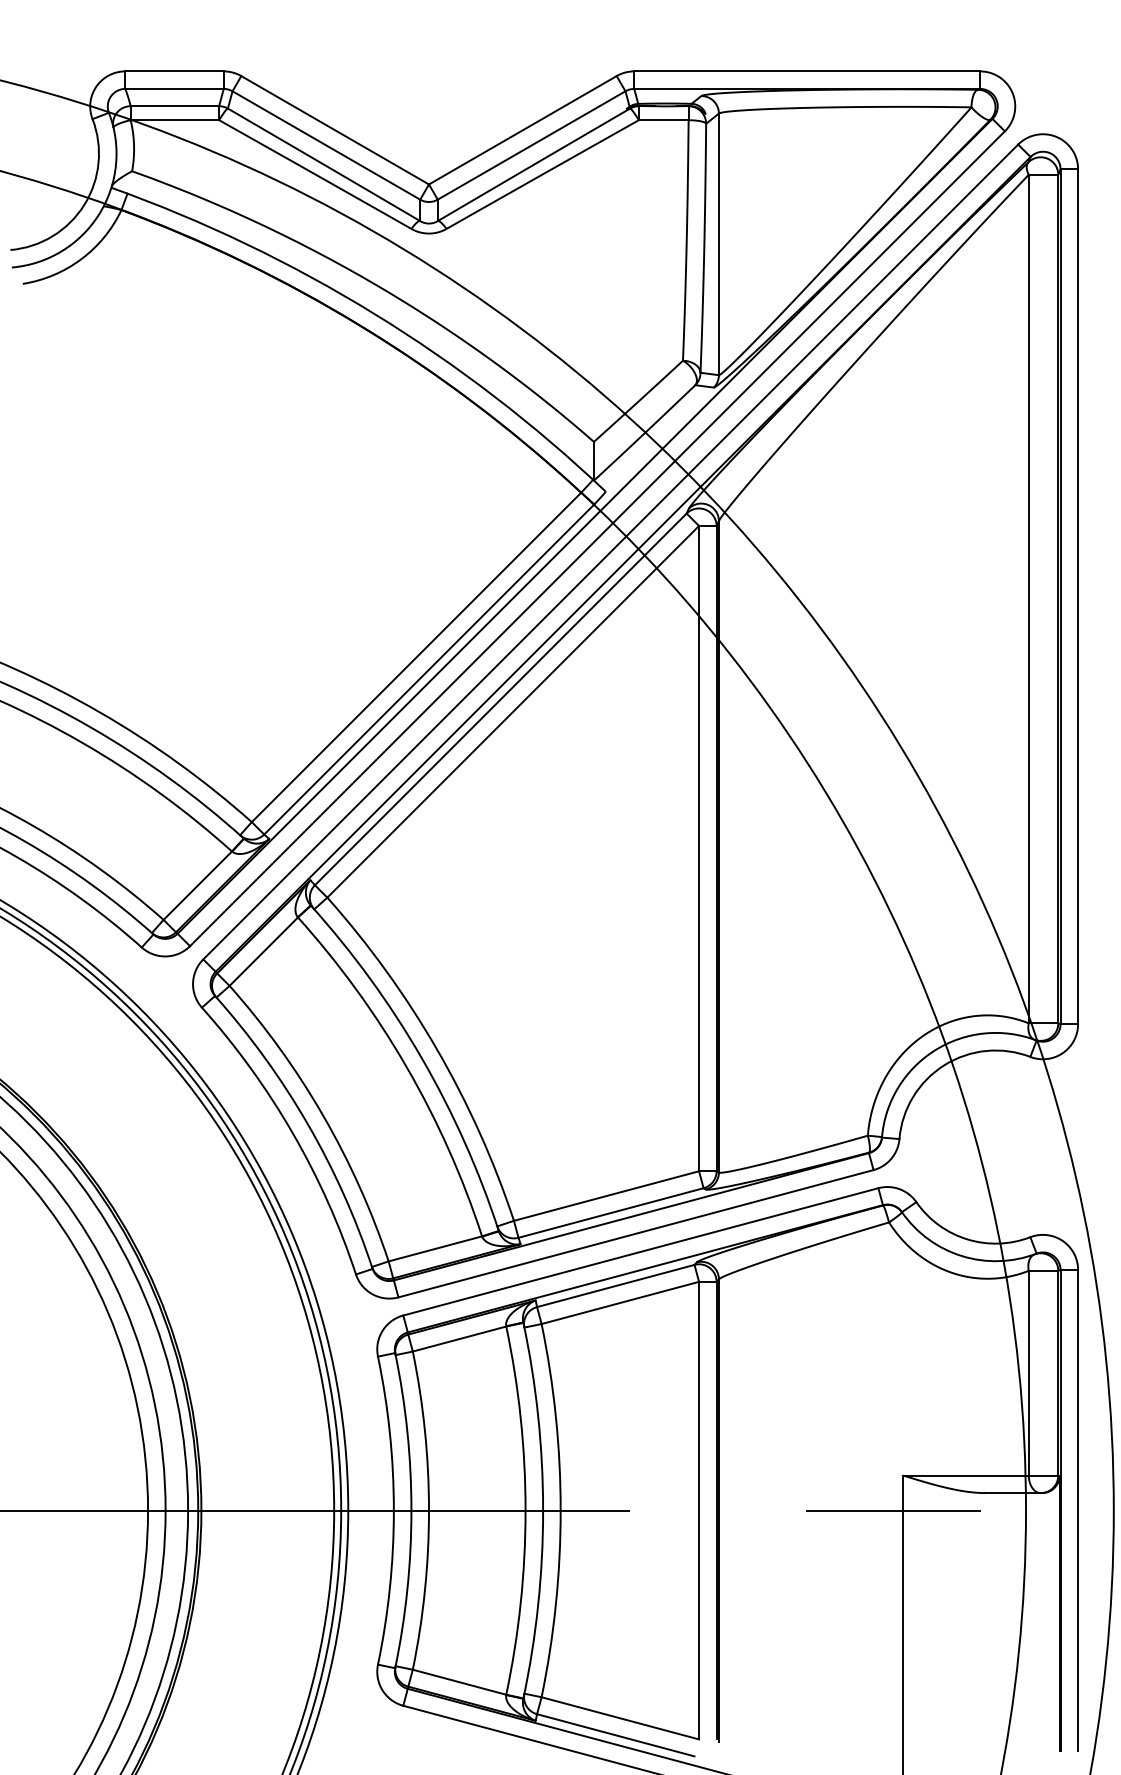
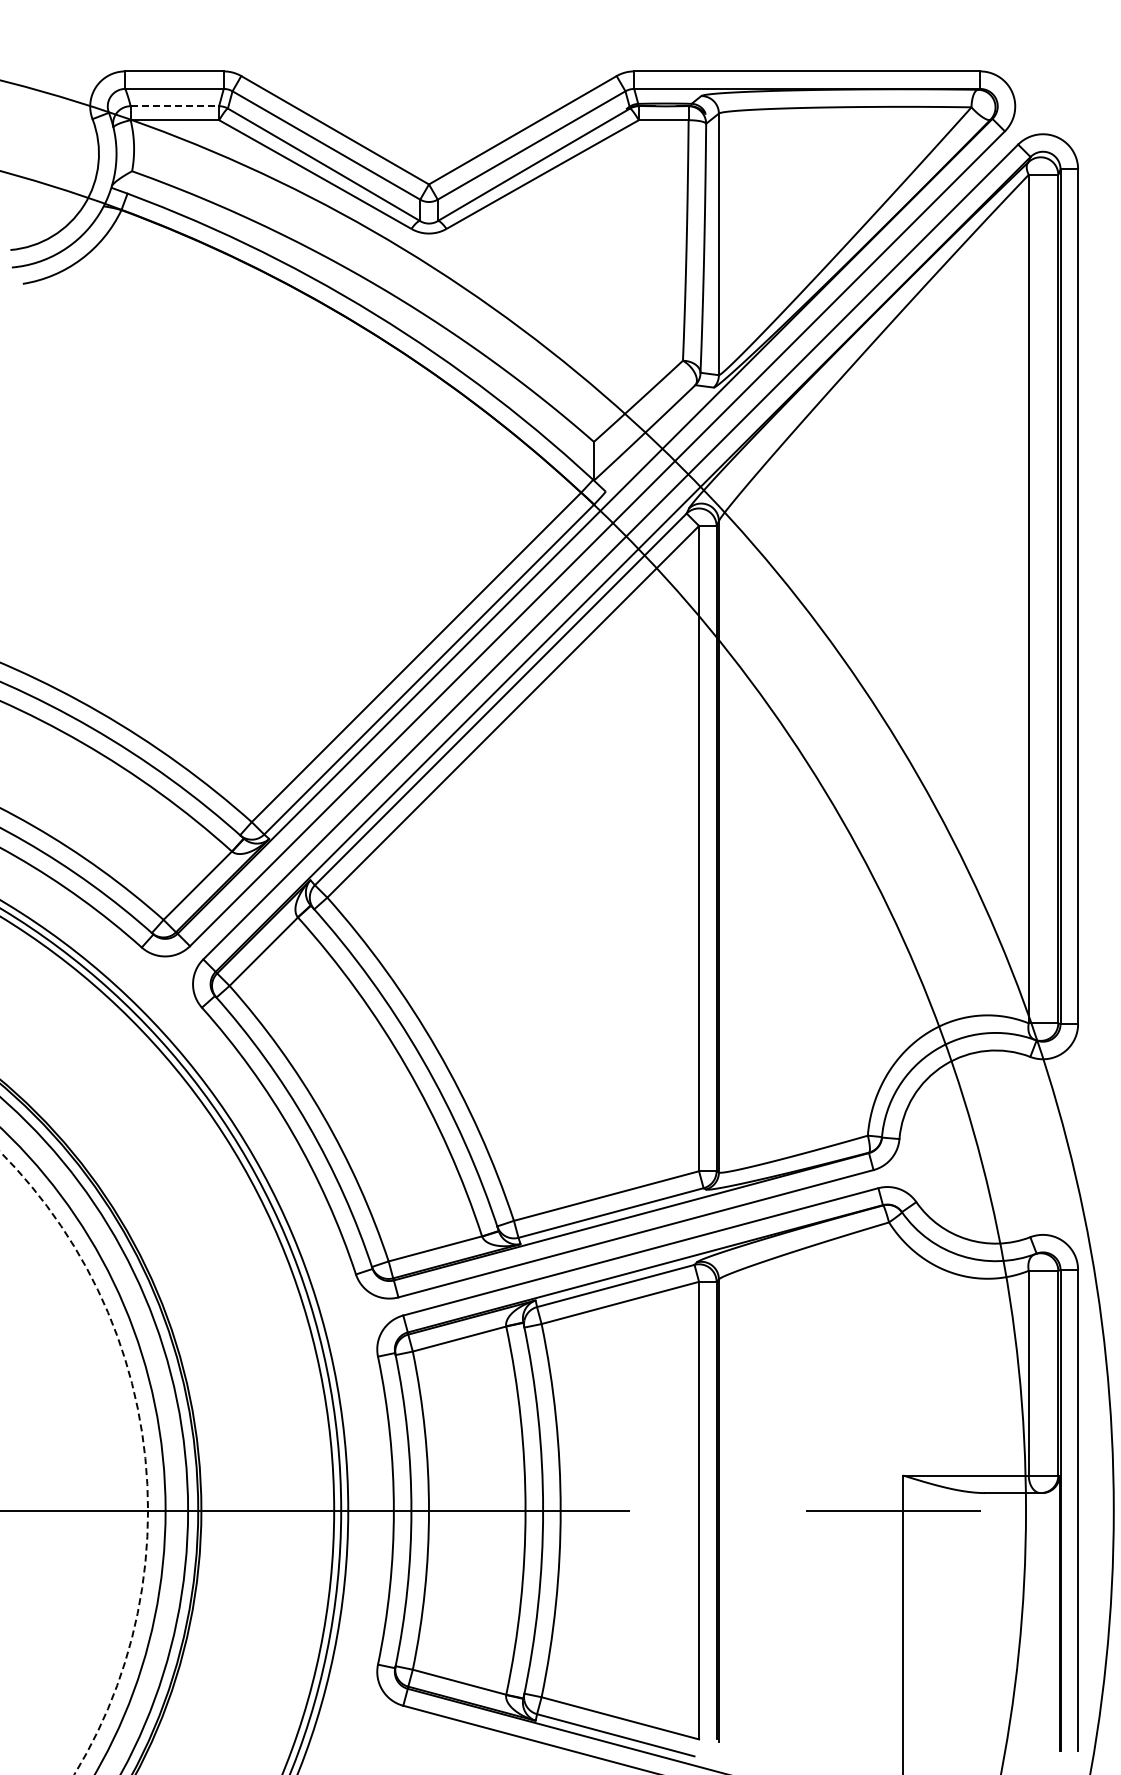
line at (175, 106): solid -> dashed
circle at (74, 1462): solid -> dashed
